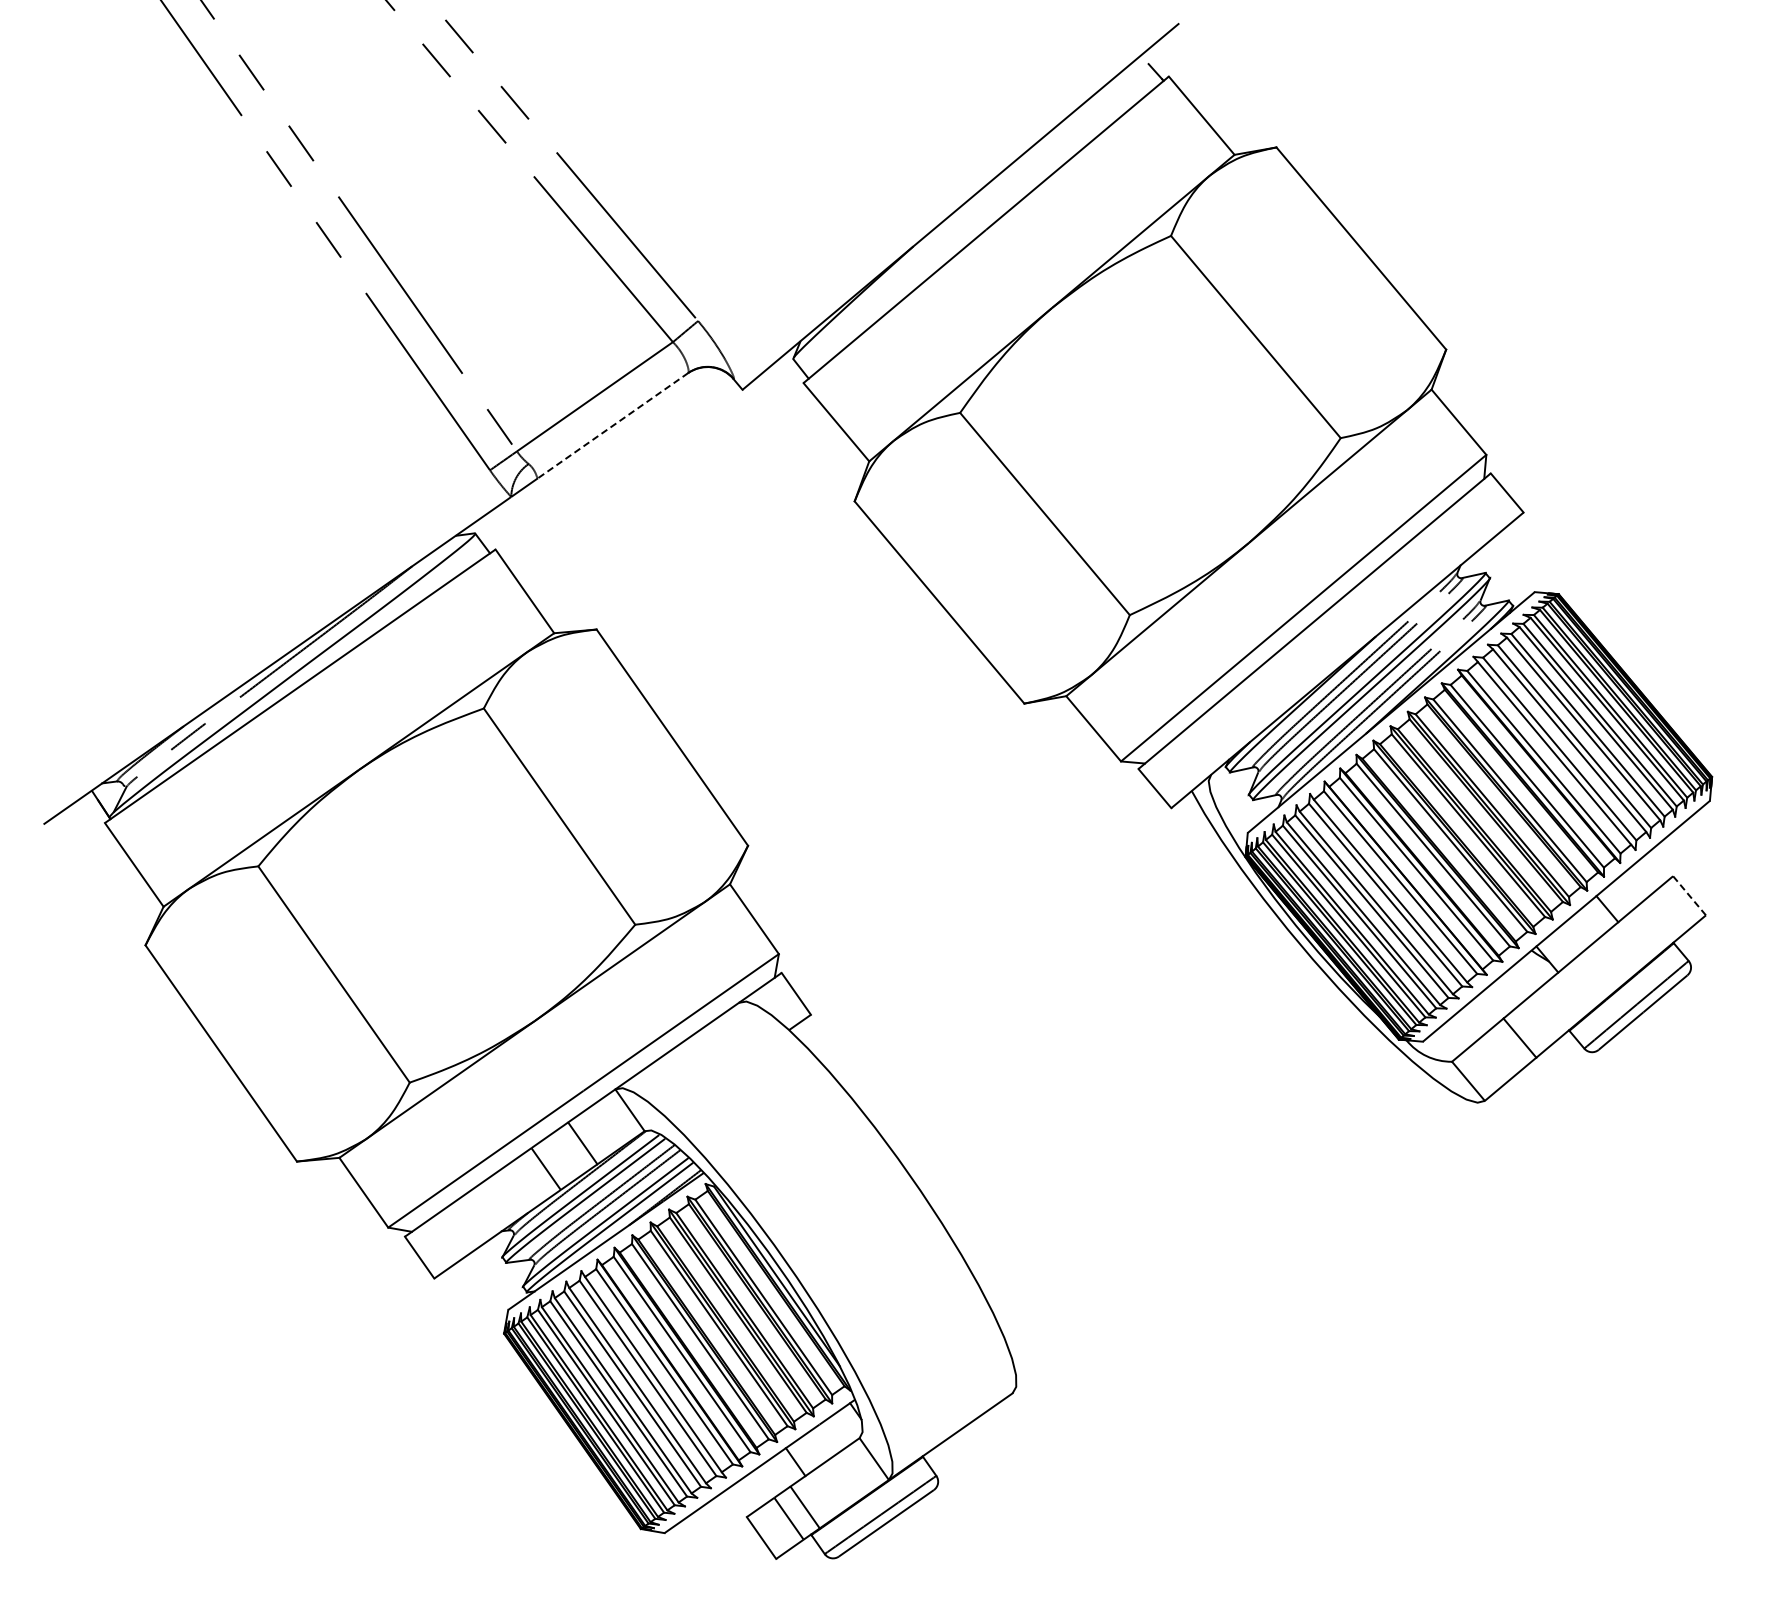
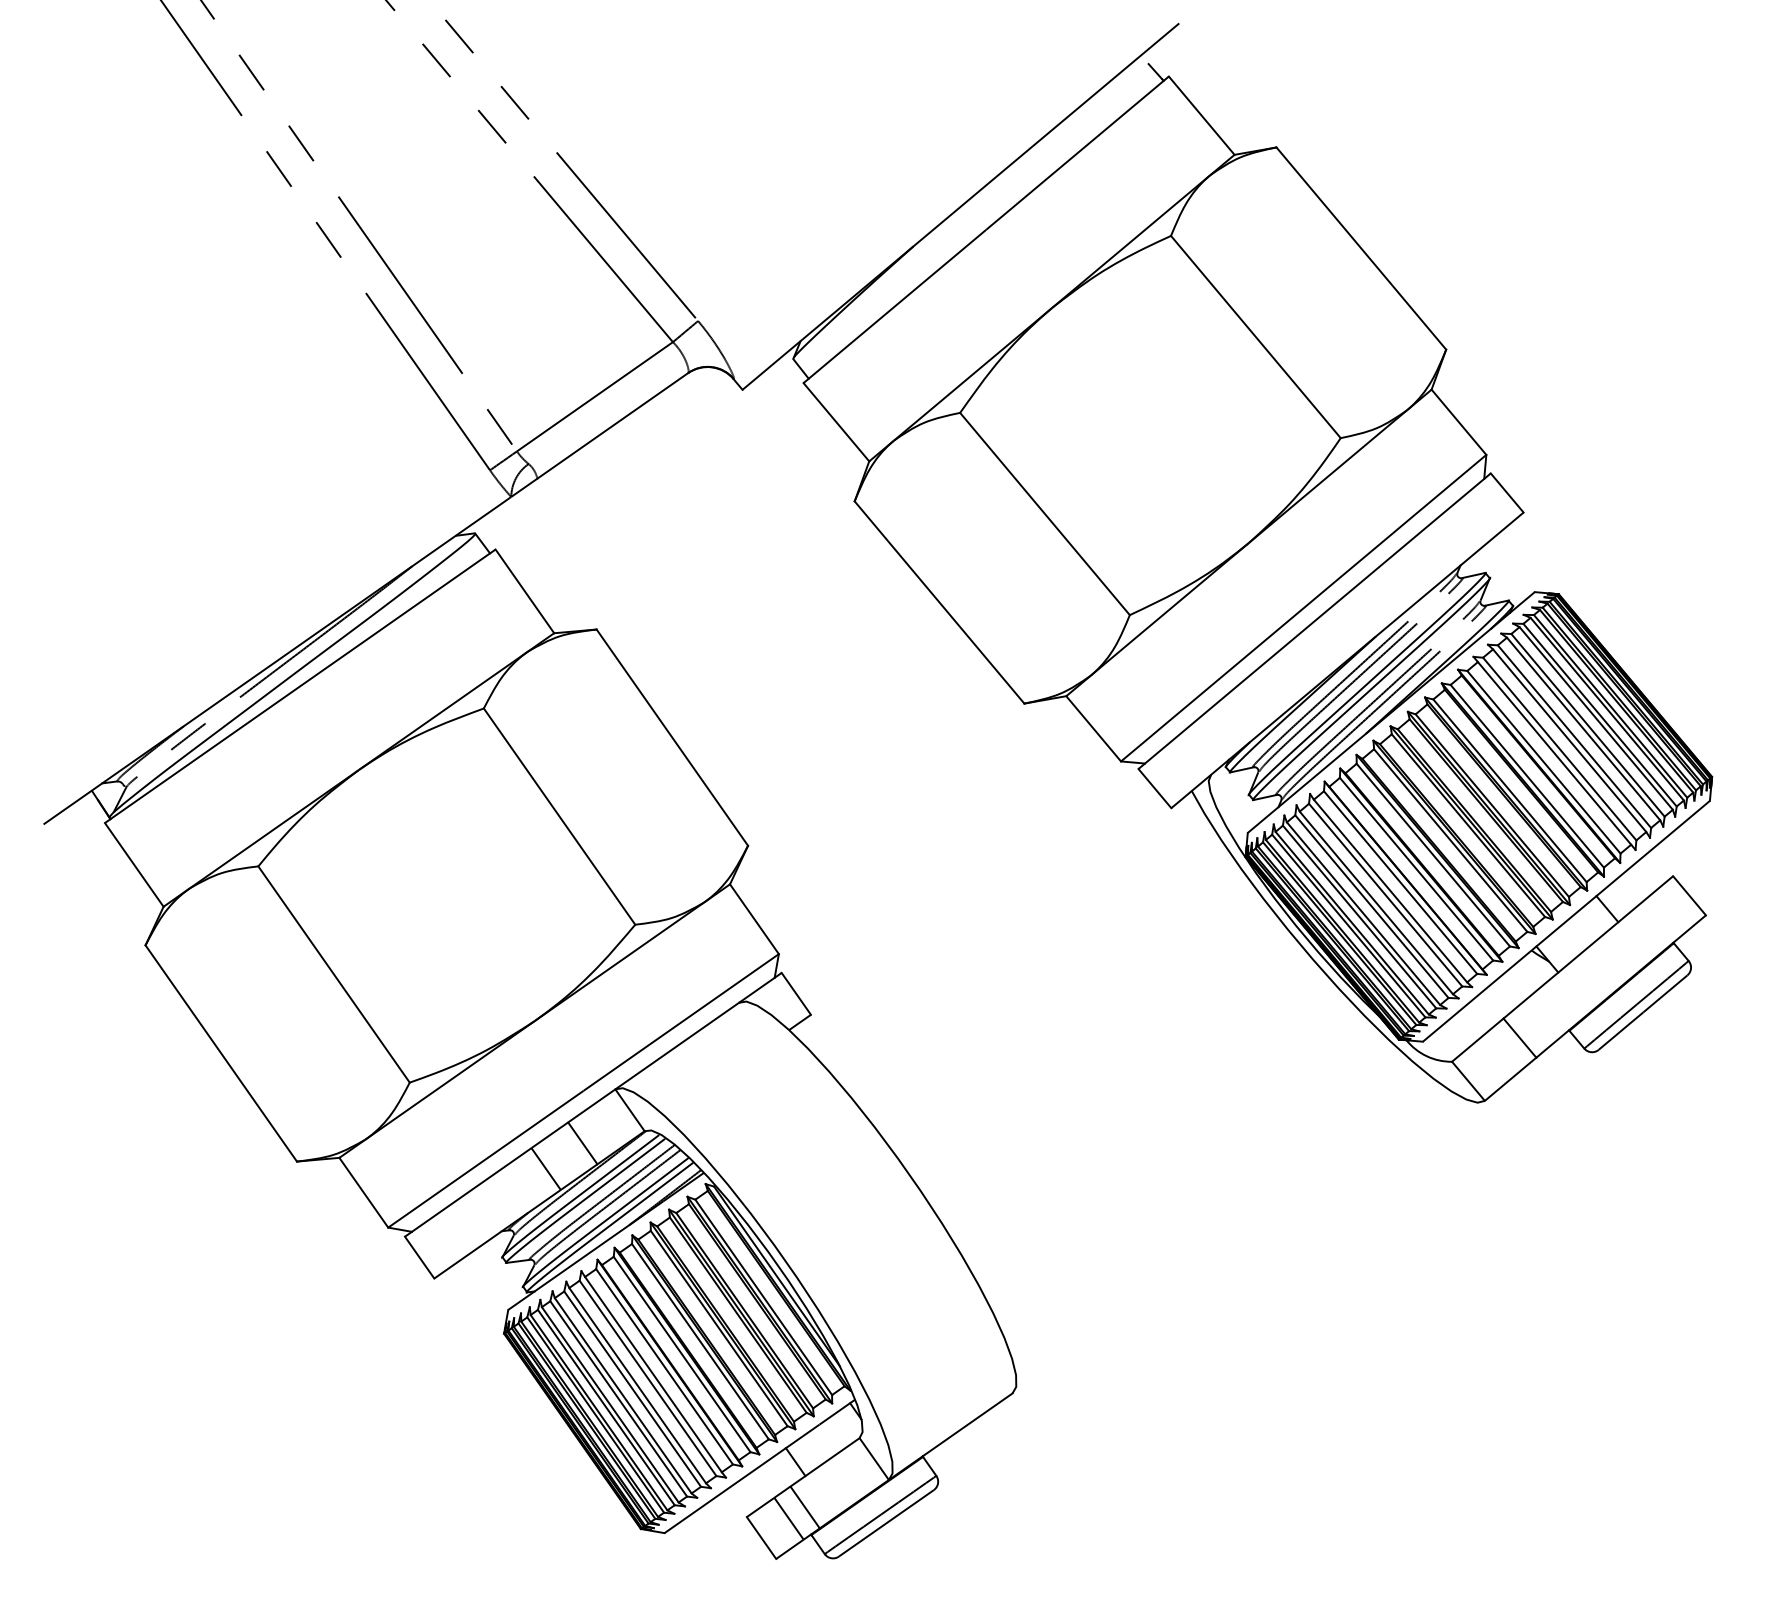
line at (613, 425): dashed -> solid
line at (1689, 895): dashed -> solid
